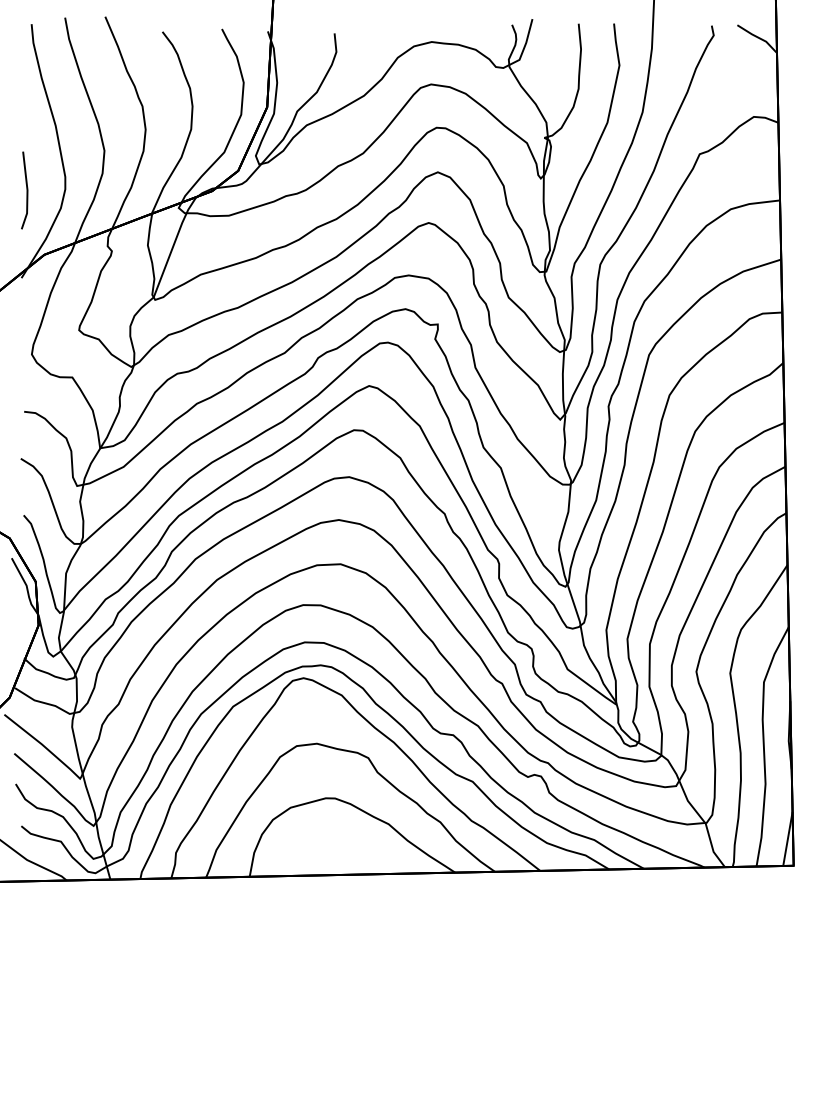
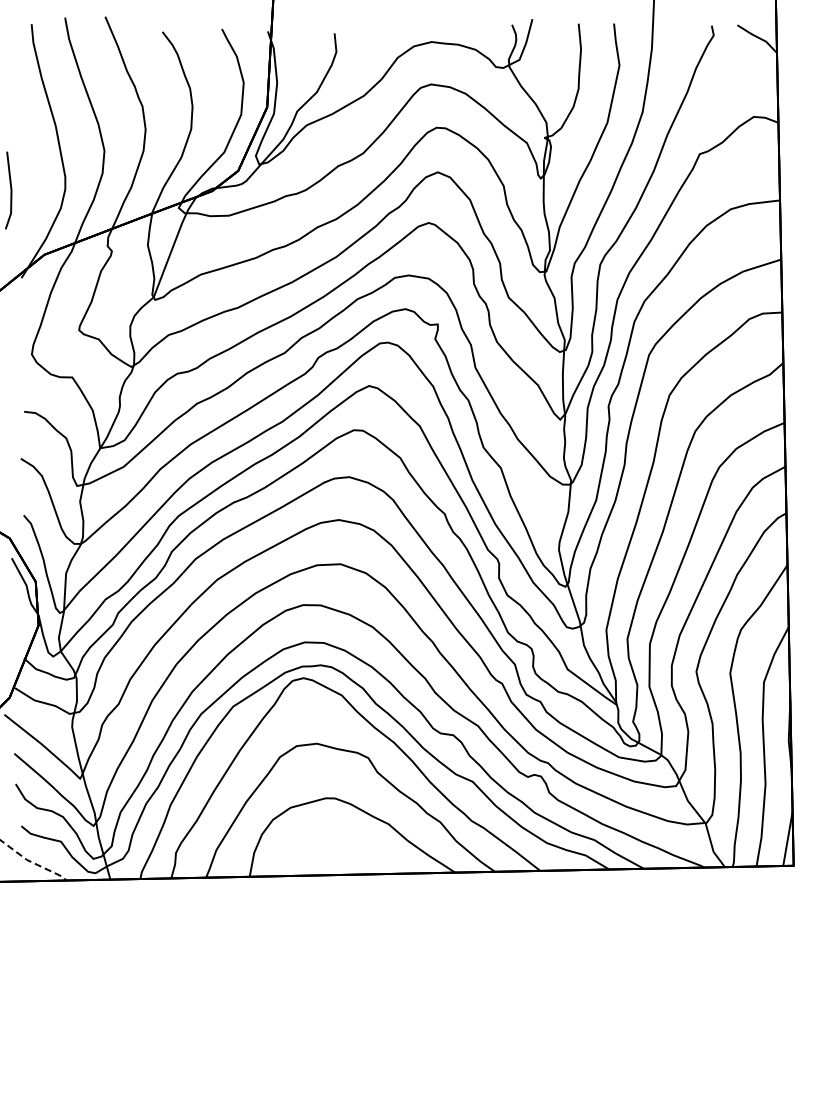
line at (26, 190) position: (26, 190) -> (10, 190)
line at (32, 862): solid -> dashed
